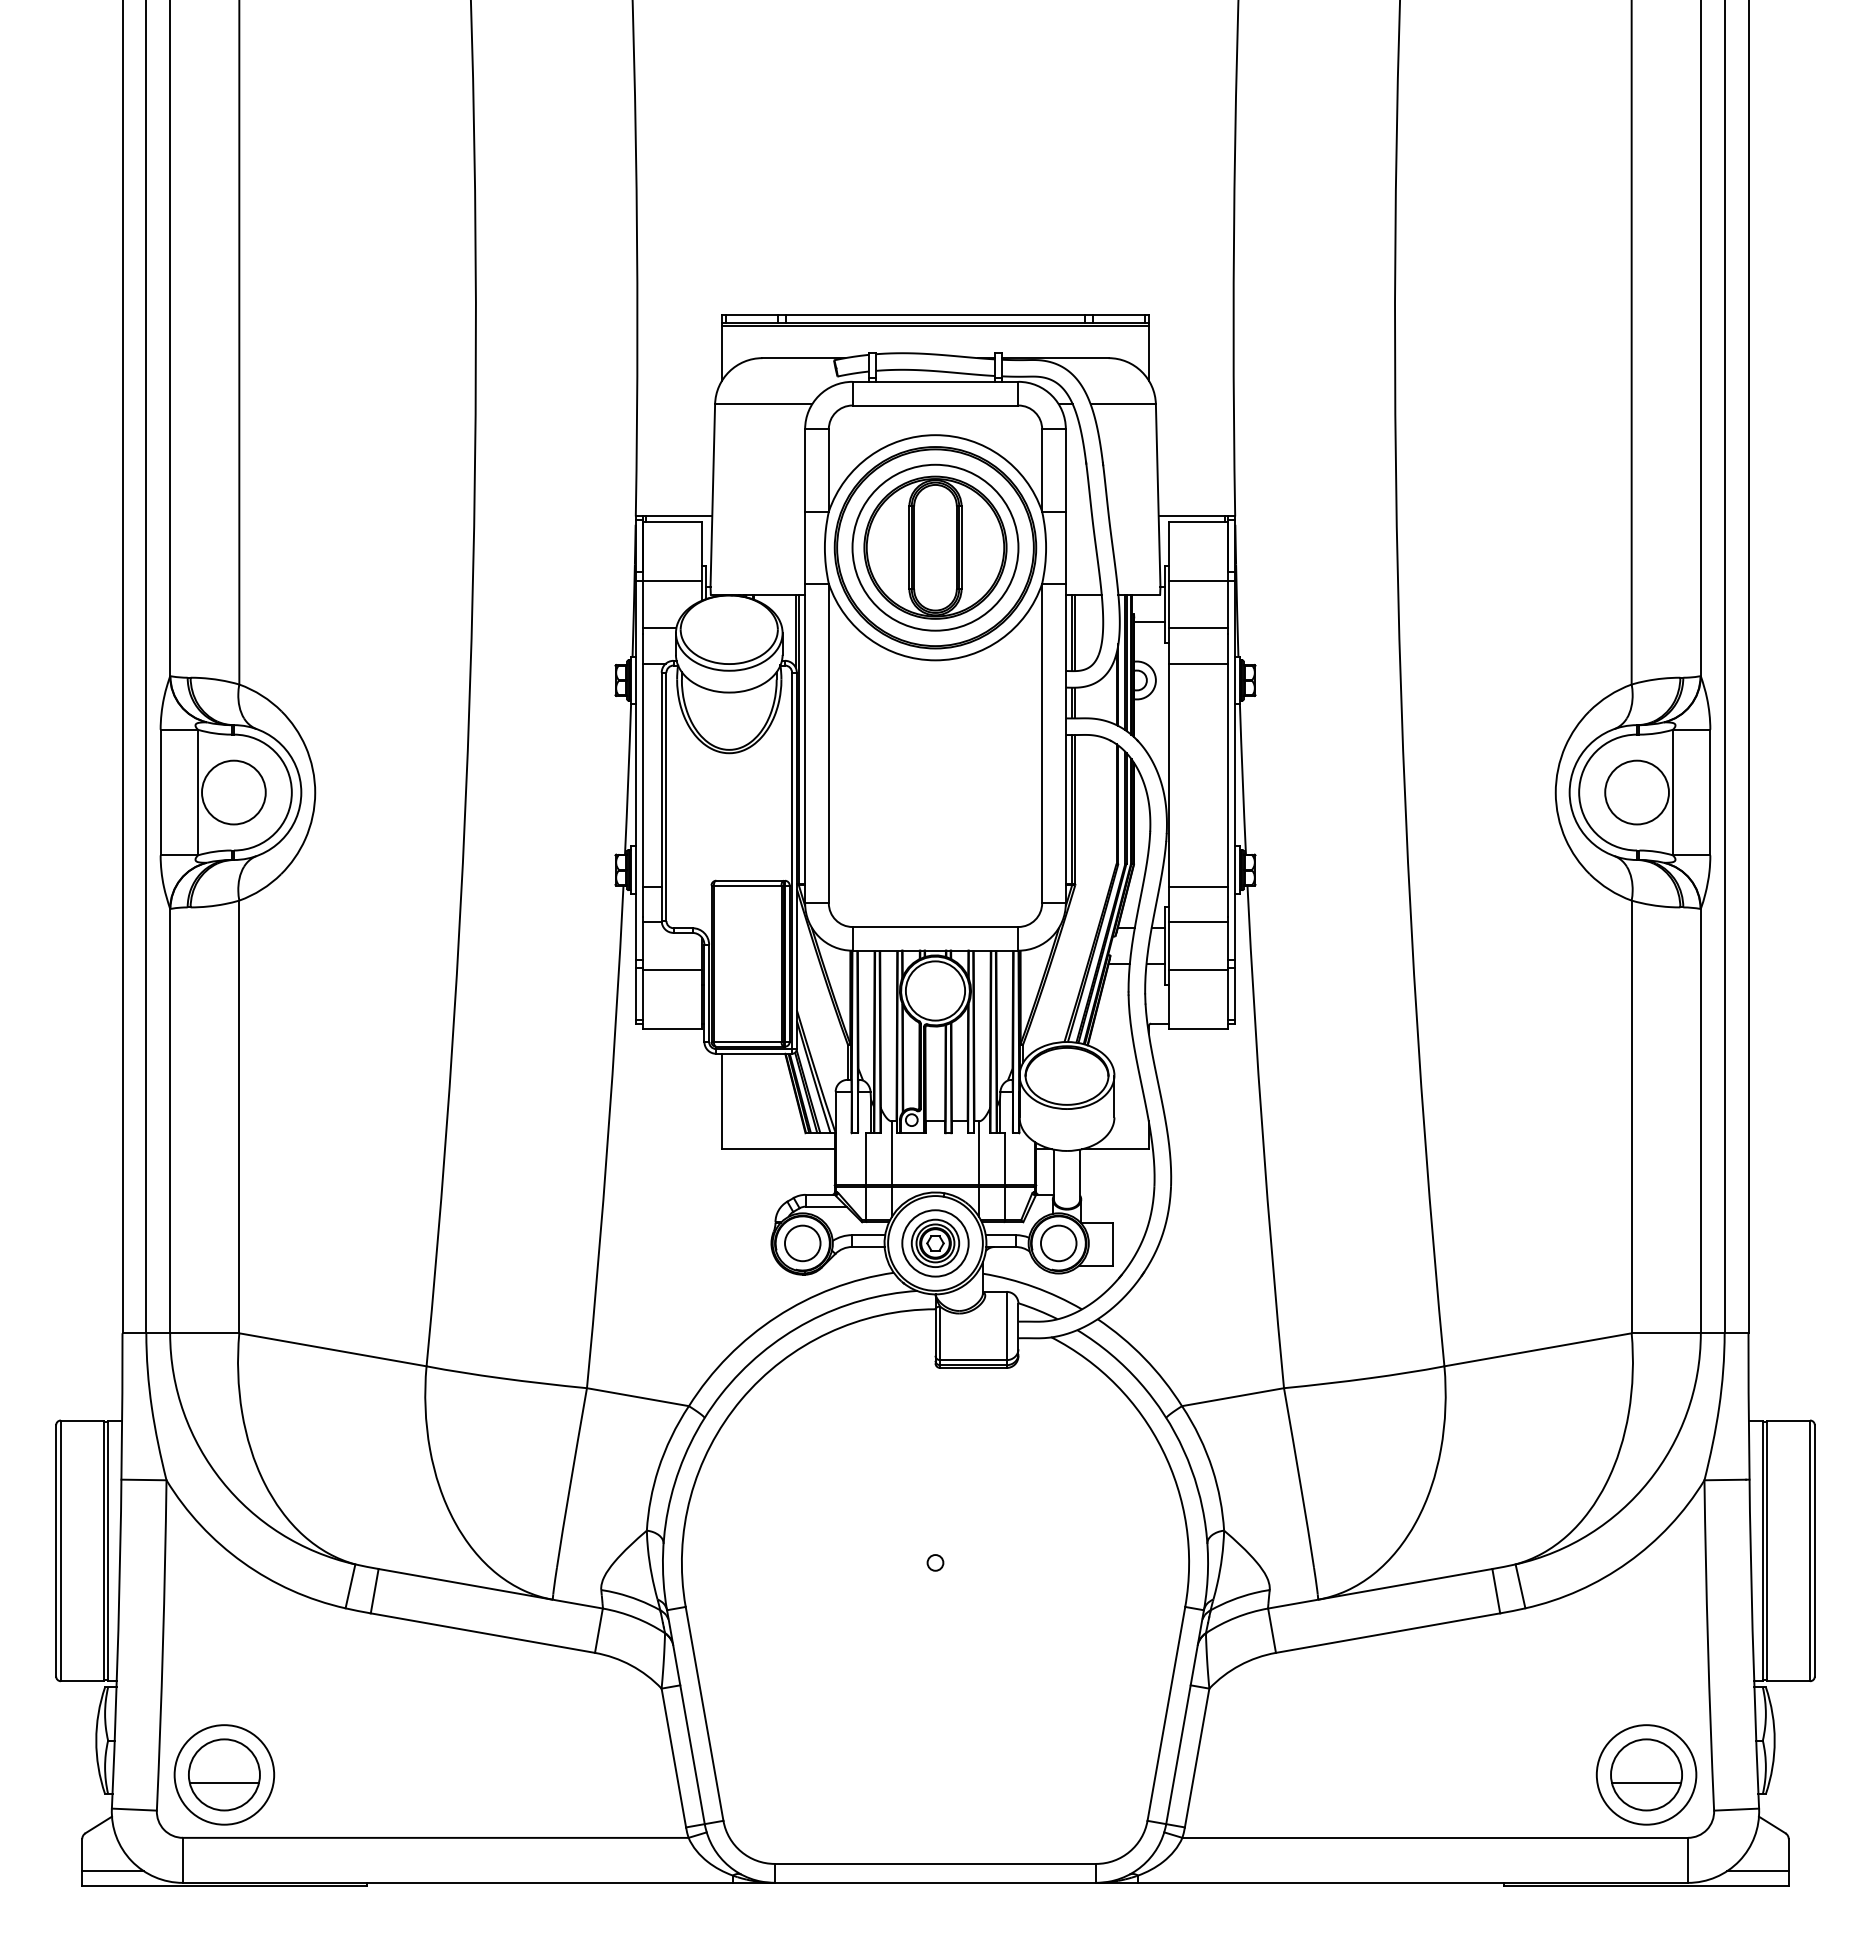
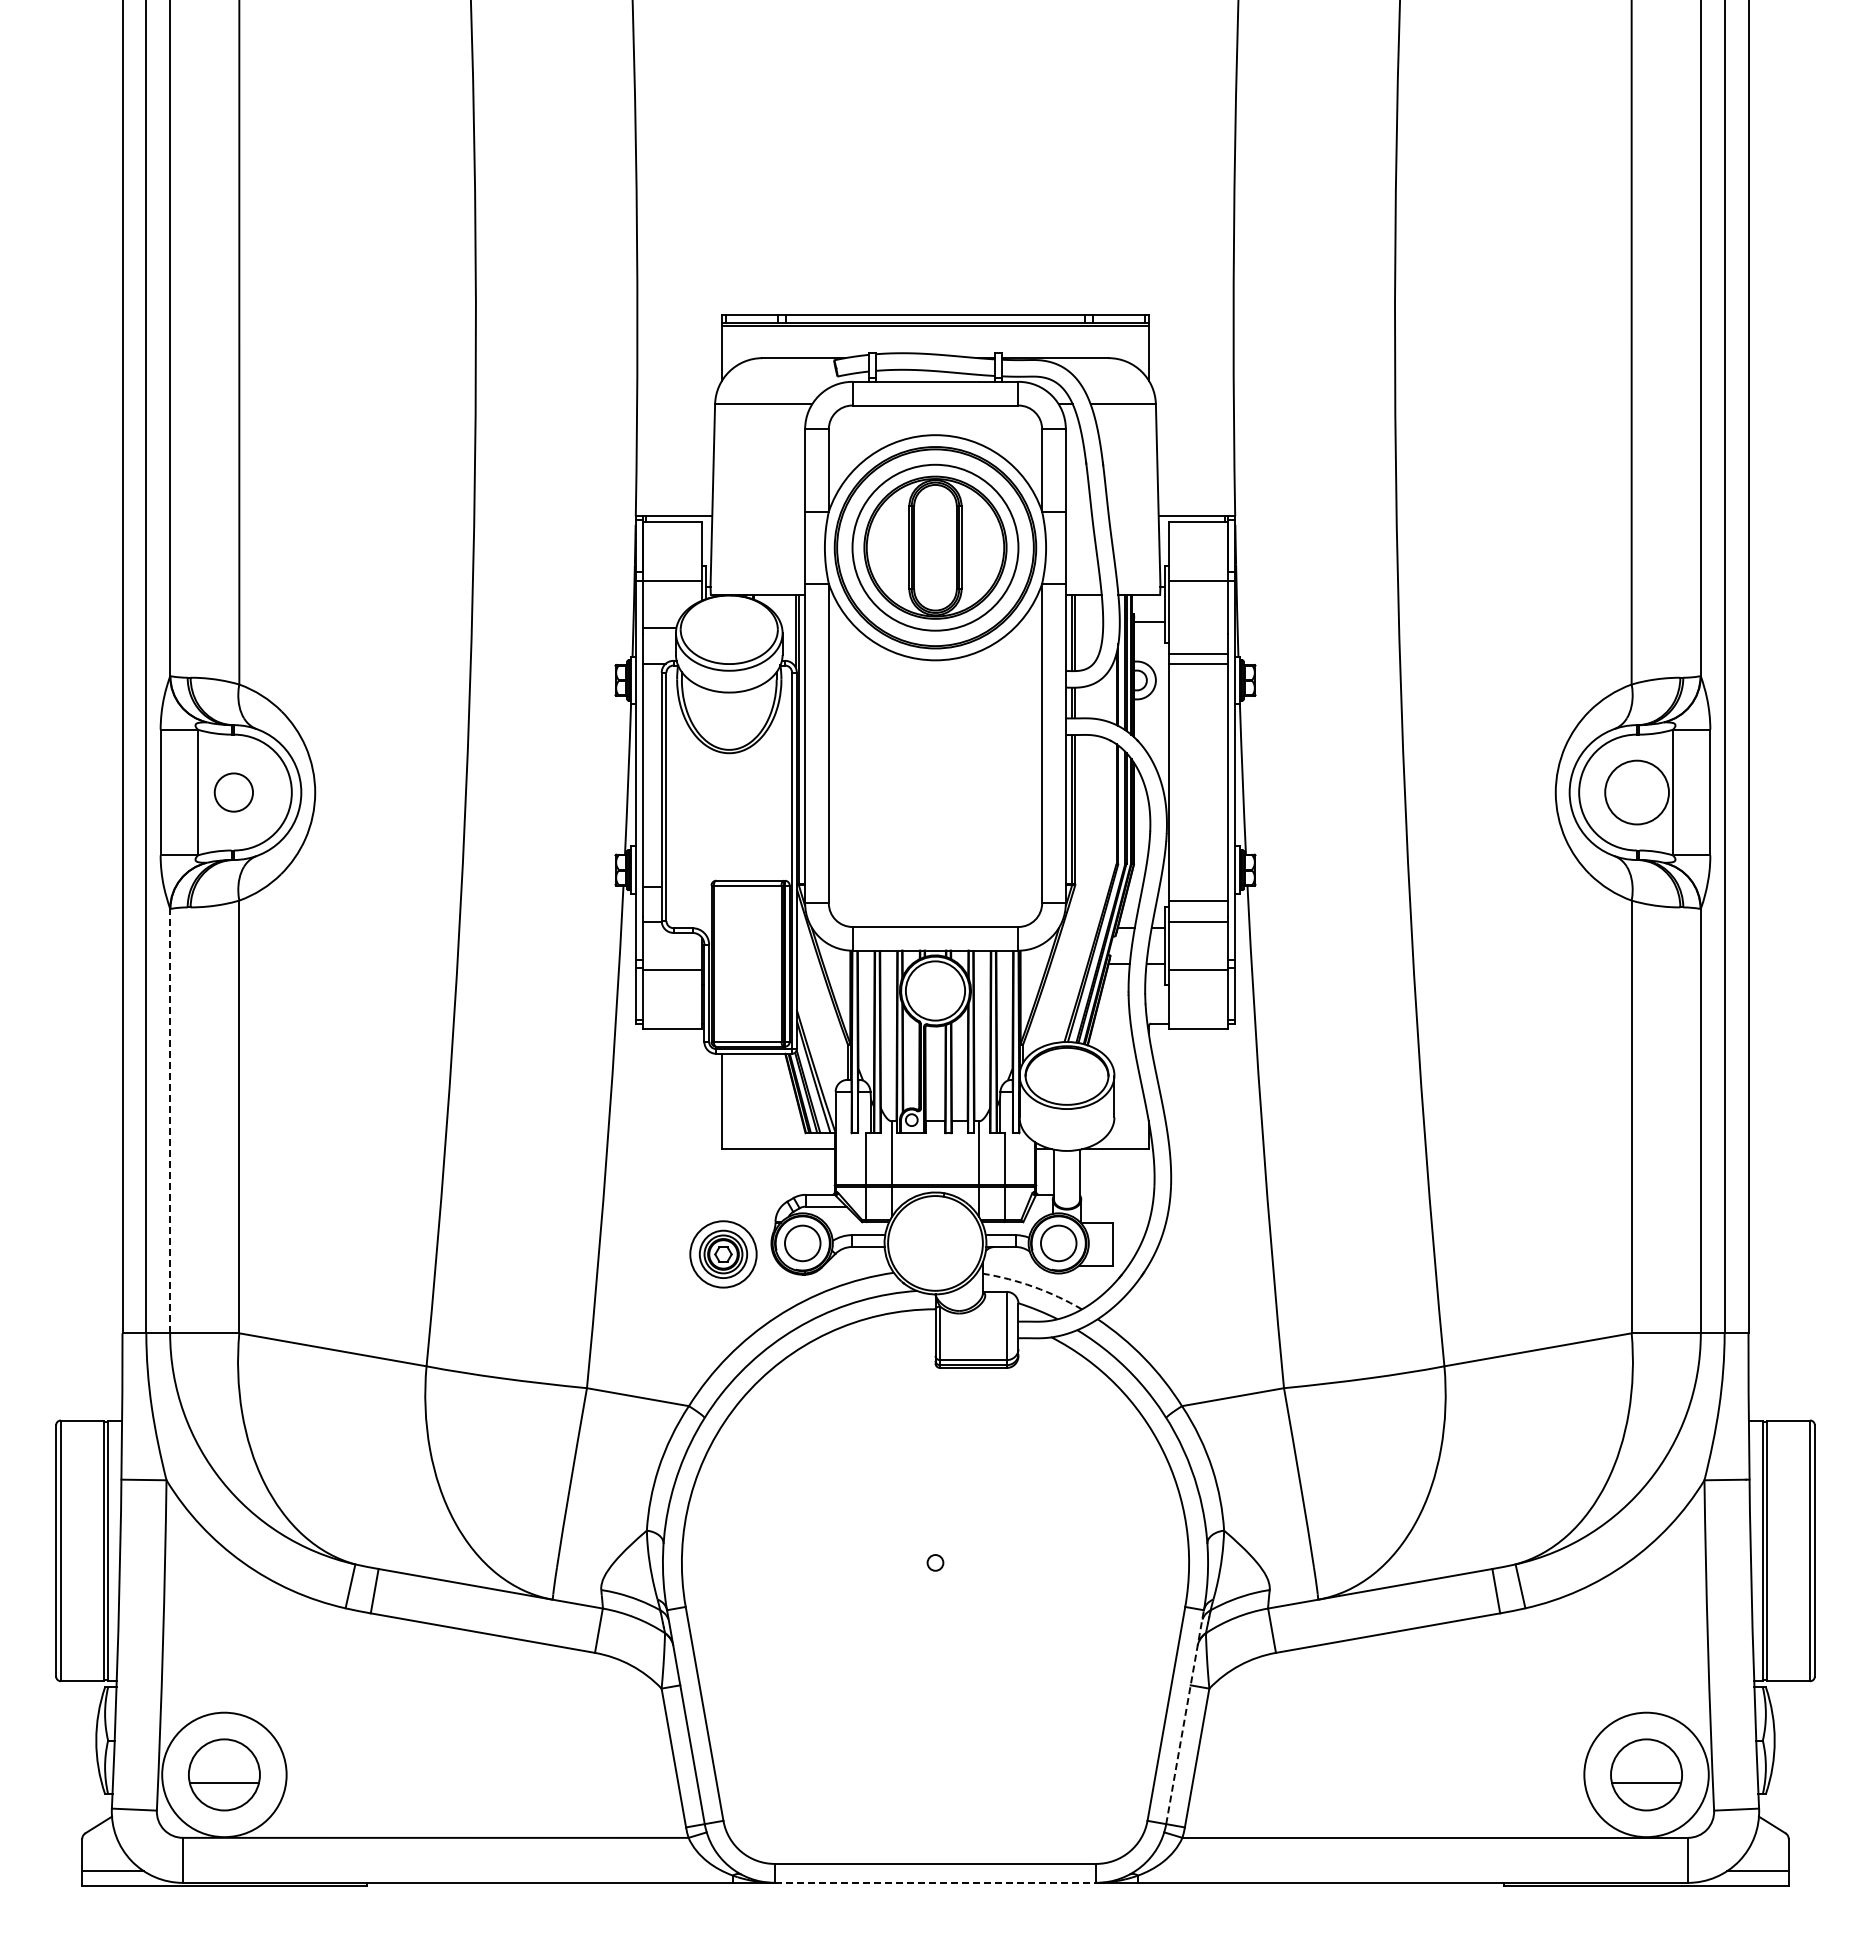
line at (1198, 628) position: (1198, 628) -> (1198, 654)
circle at (233, 792) diameter: 64 px -> 38 px
line at (1198, 886) position: (1198, 886) -> (1198, 900)
line at (170, 1120): solid -> dashed
part at (935, 1243) position: (935, 1243) -> (723, 1254)
arc at (1034, 1287): solid -> dashed
line at (1185, 1717): solid -> dashed
circle at (224, 1774) diameter: 100 px -> 124 px
circle at (1646, 1774) diameter: 100 px -> 124 px
line at (935, 1882): solid -> dashed
